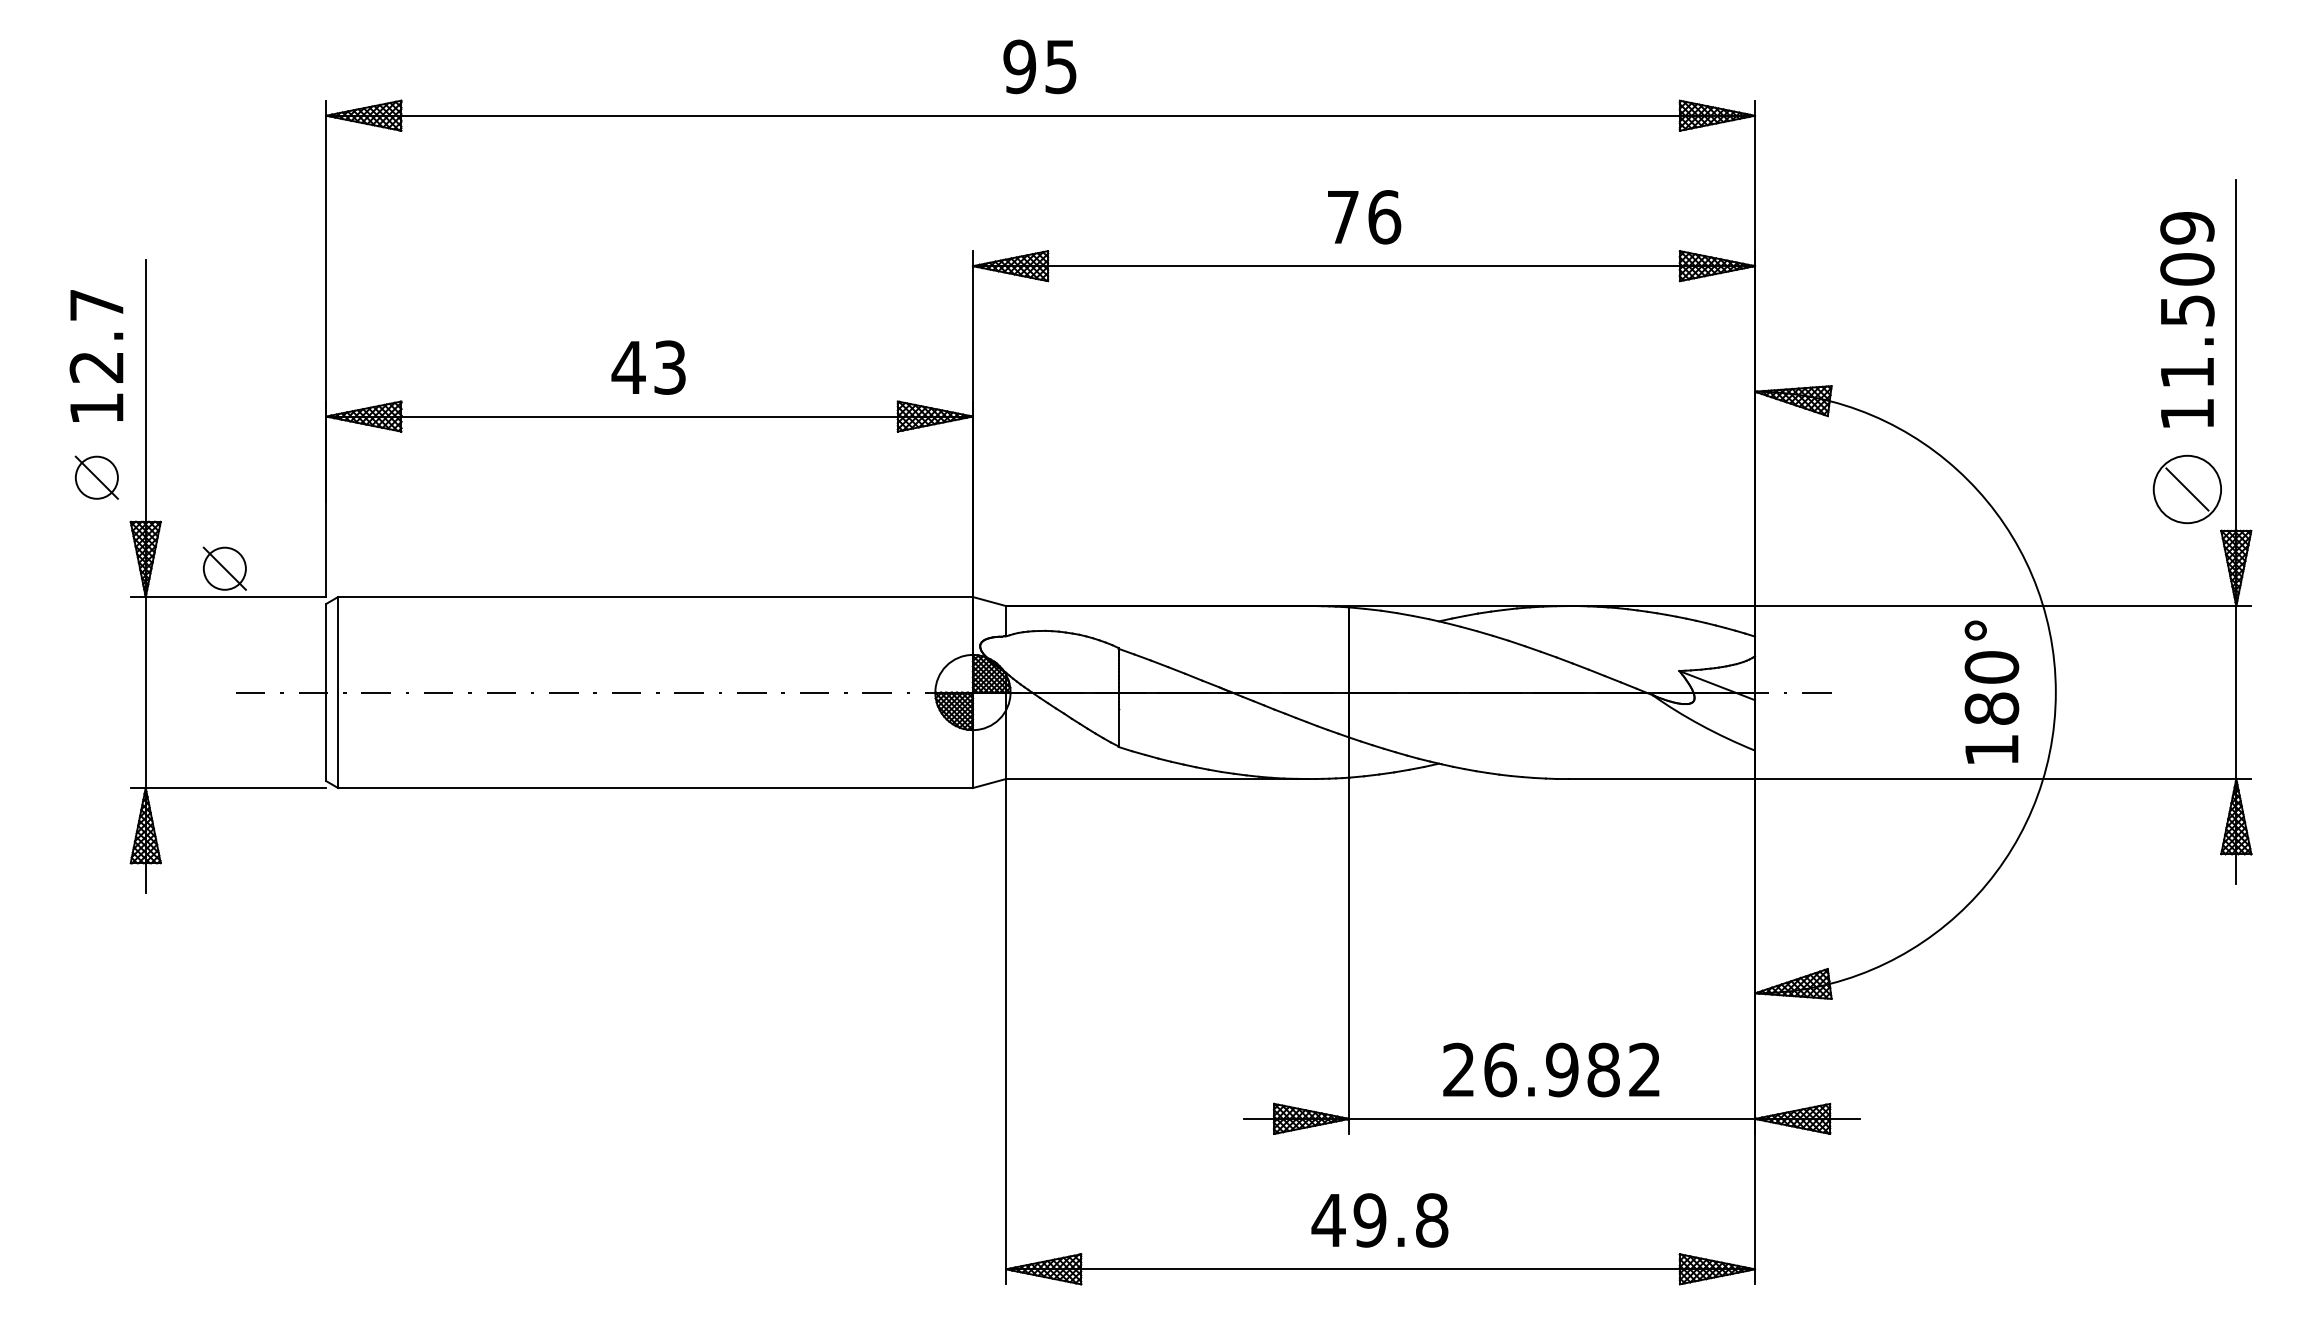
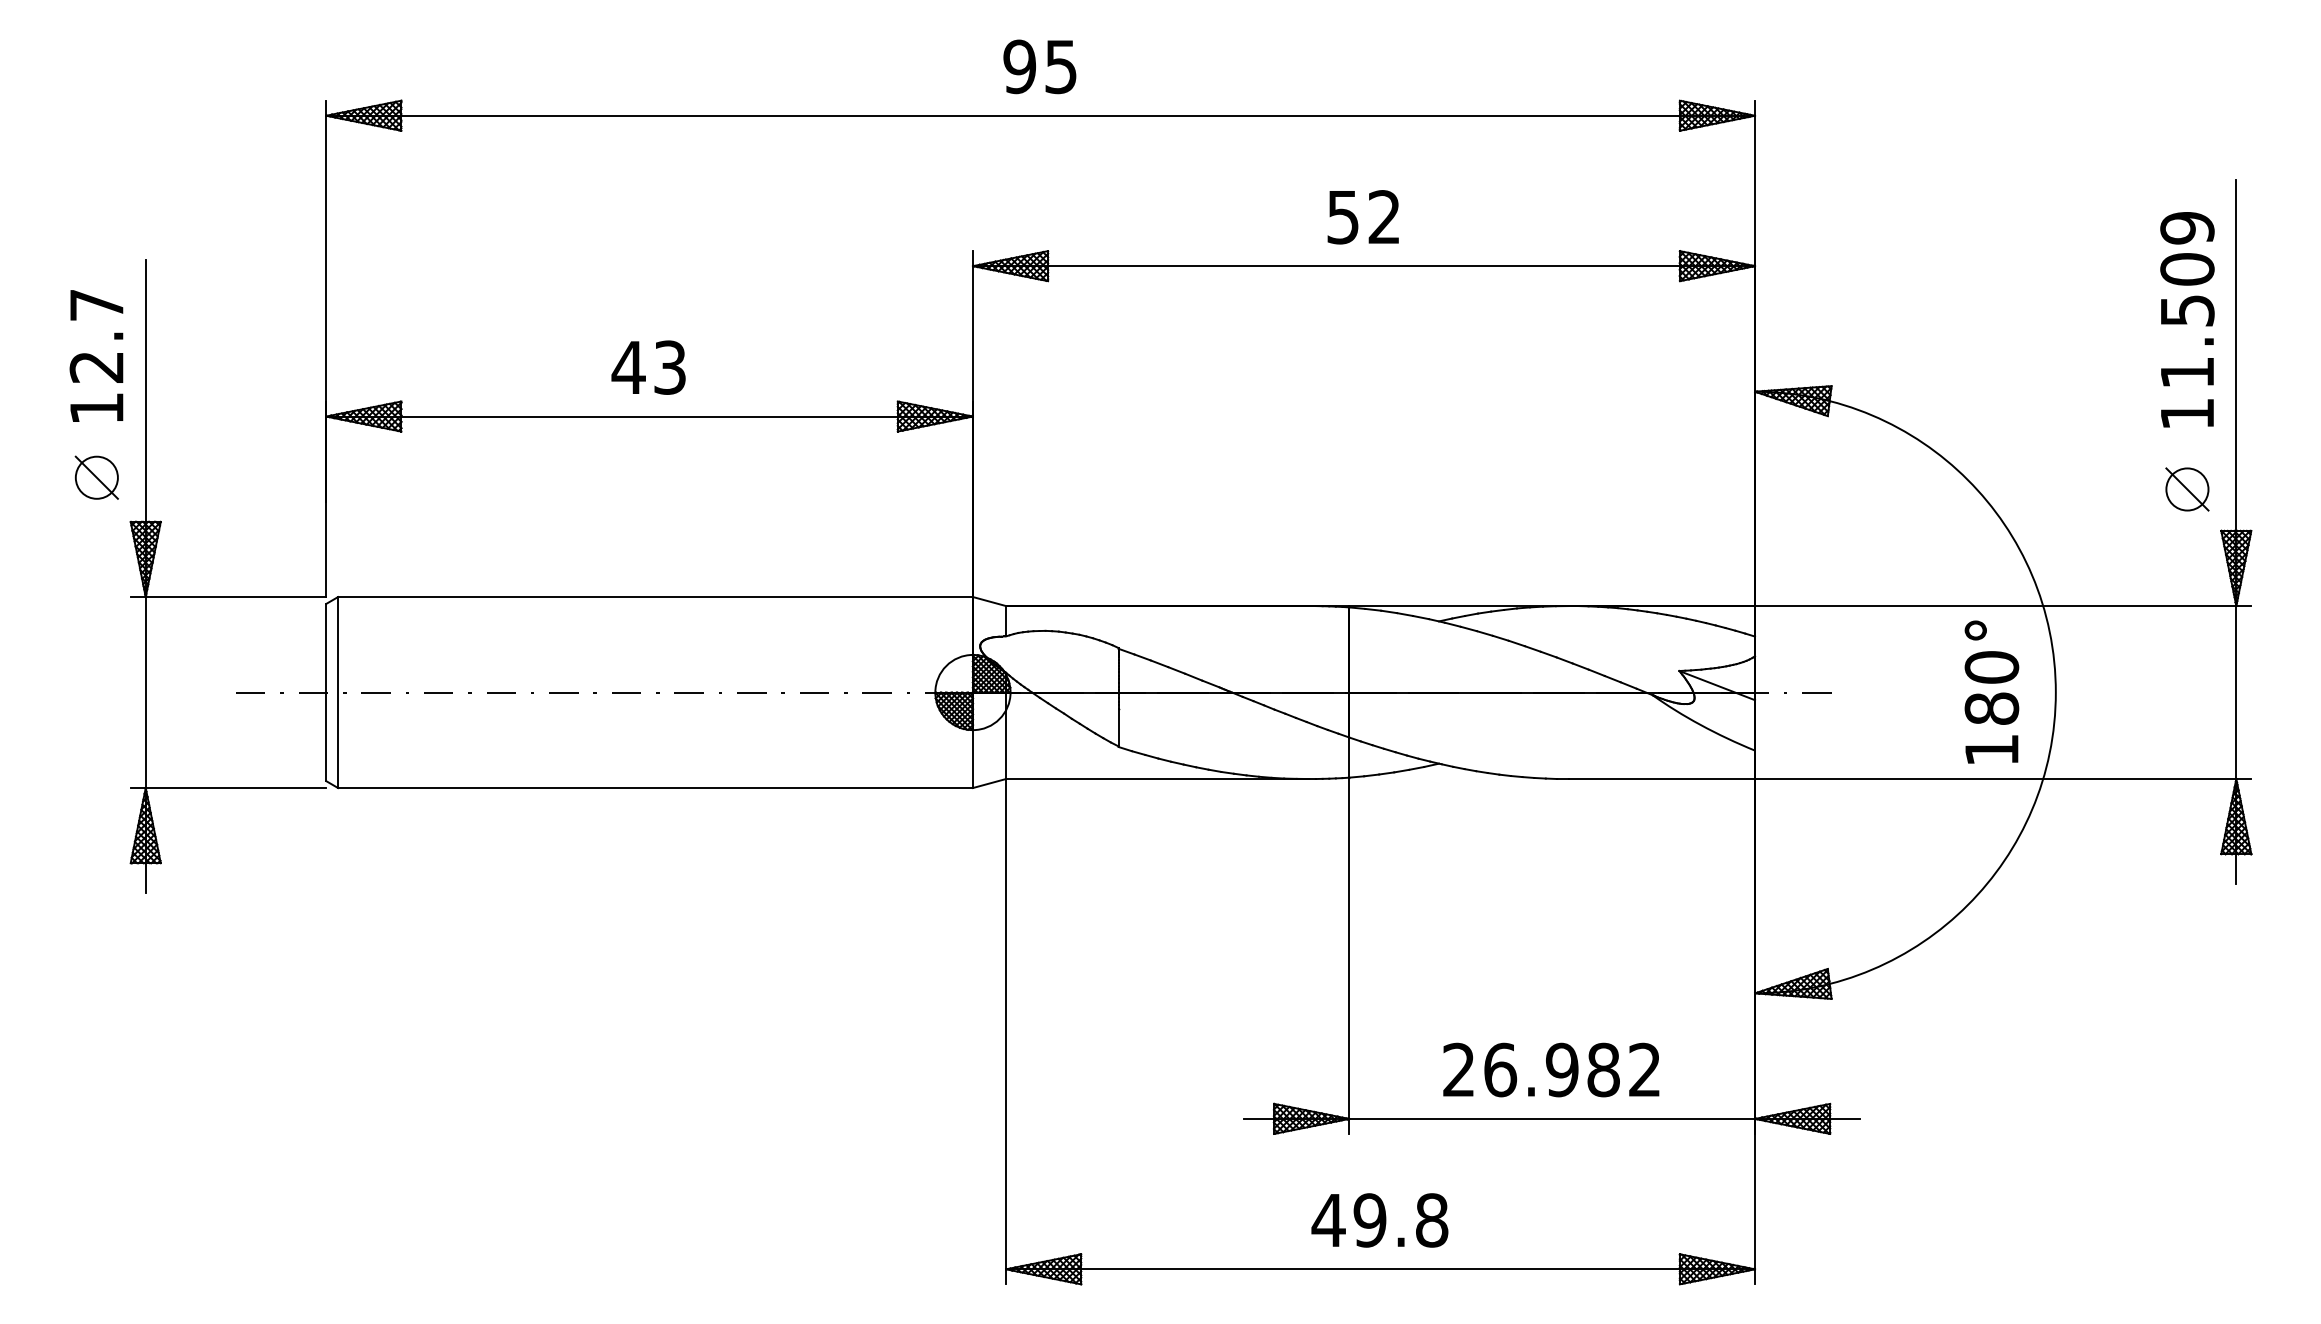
text at (1364, 217): 76 -> 52
circle at (2187, 489) diameter: 67 px -> 42 px
part at (224, 568): present -> none
